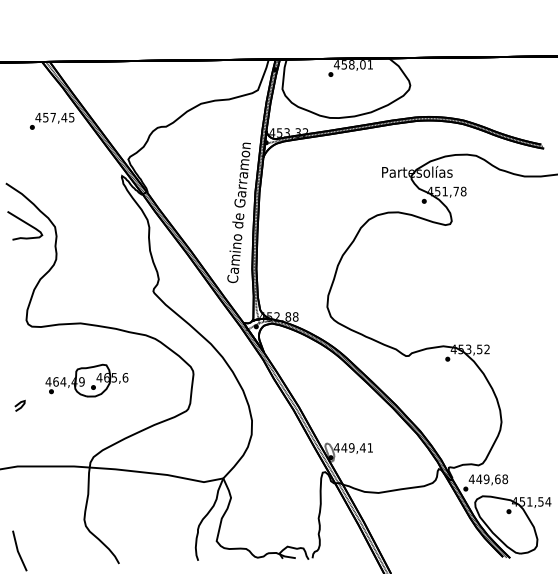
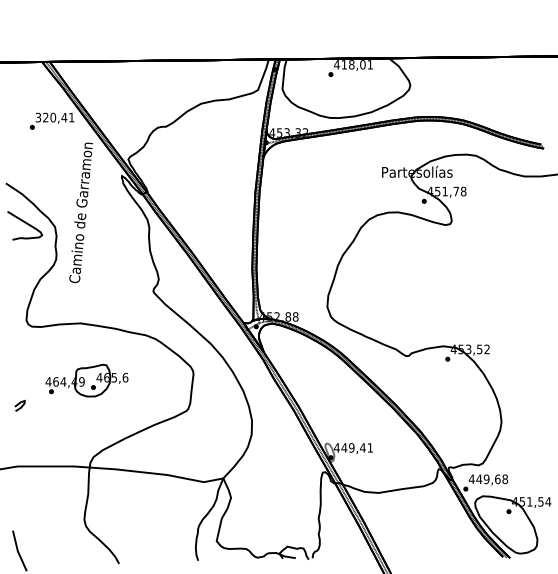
text at (343, 64): 458,01 -> 418,01
text at (54, 117): 457,45 -> 320,41
text at (238, 212) position: (238, 212) -> (80, 212)
